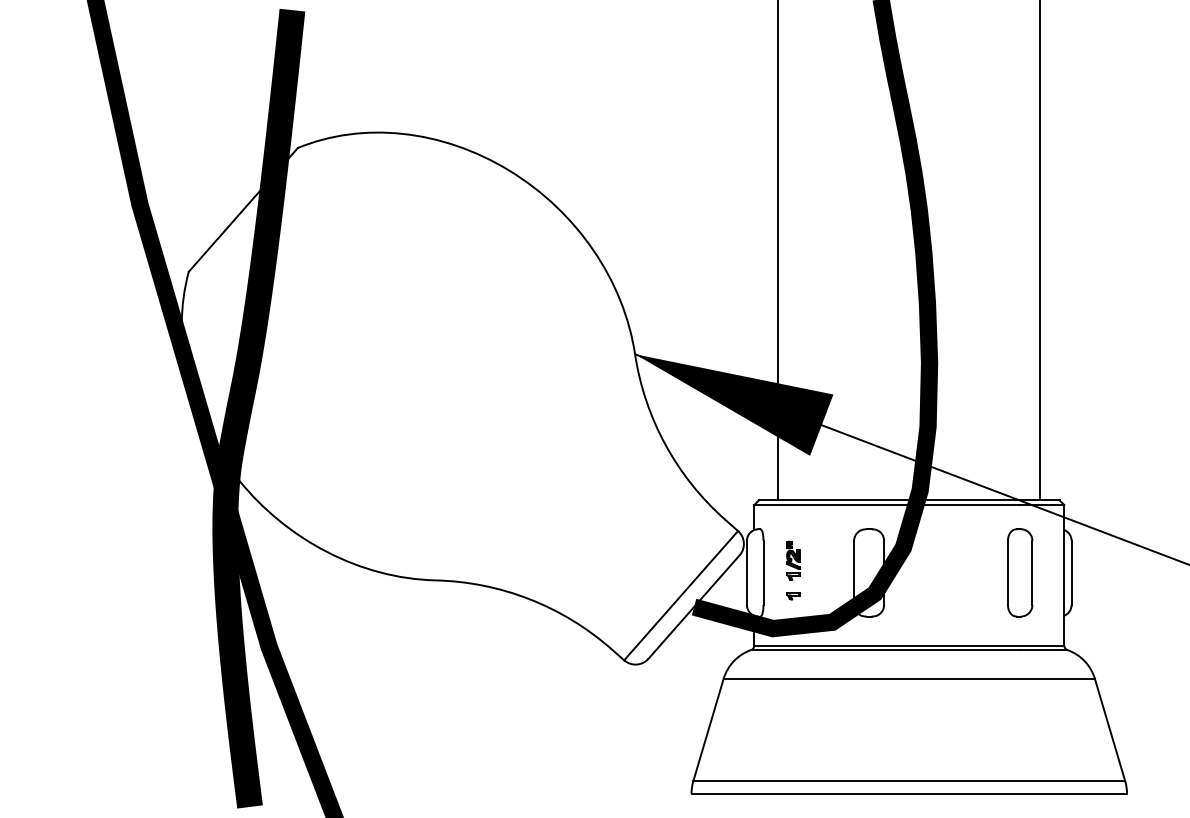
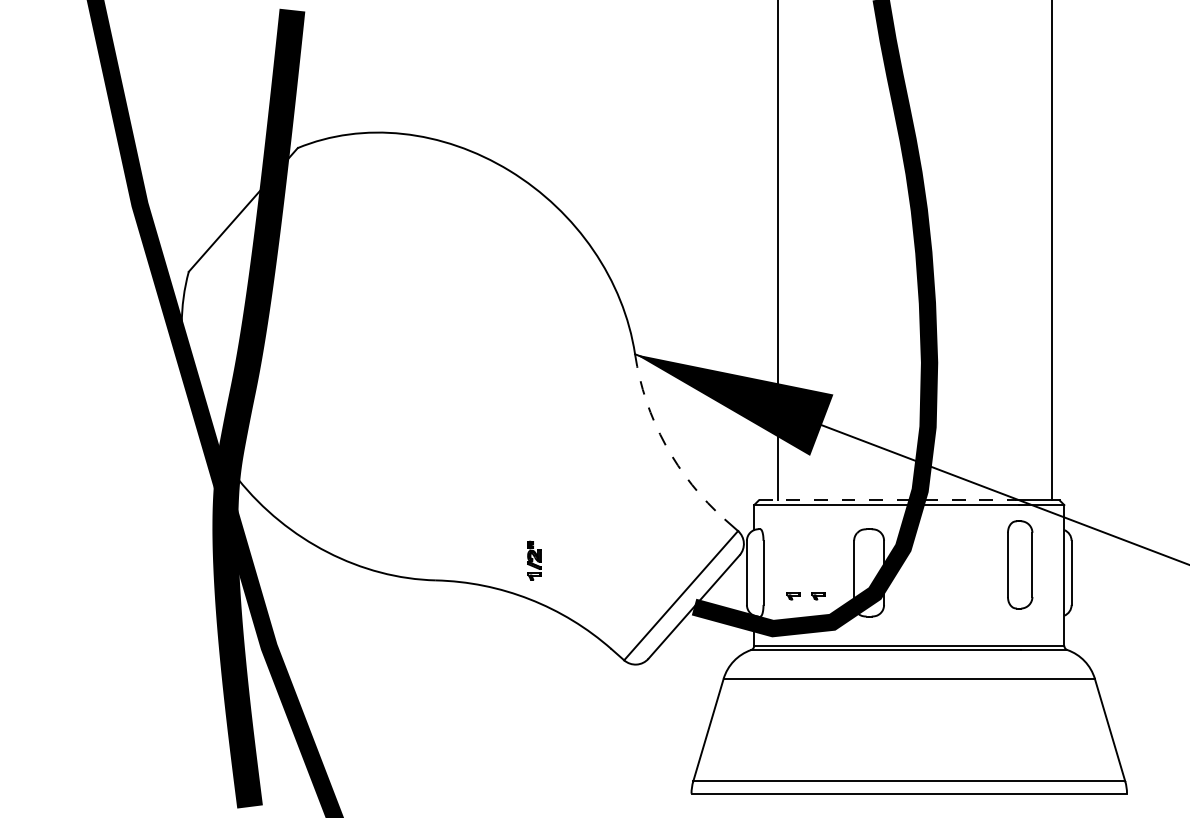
line at (1040, 251) position: (1040, 251) -> (1052, 251)
arc at (665, 445): solid -> dashed
line at (887, 500): solid -> dashed
part at (793, 560) position: (793, 560) -> (534, 560)
part at (1020, 572) position: (1020, 572) -> (1020, 564)
part at (818, 596): none -> present
